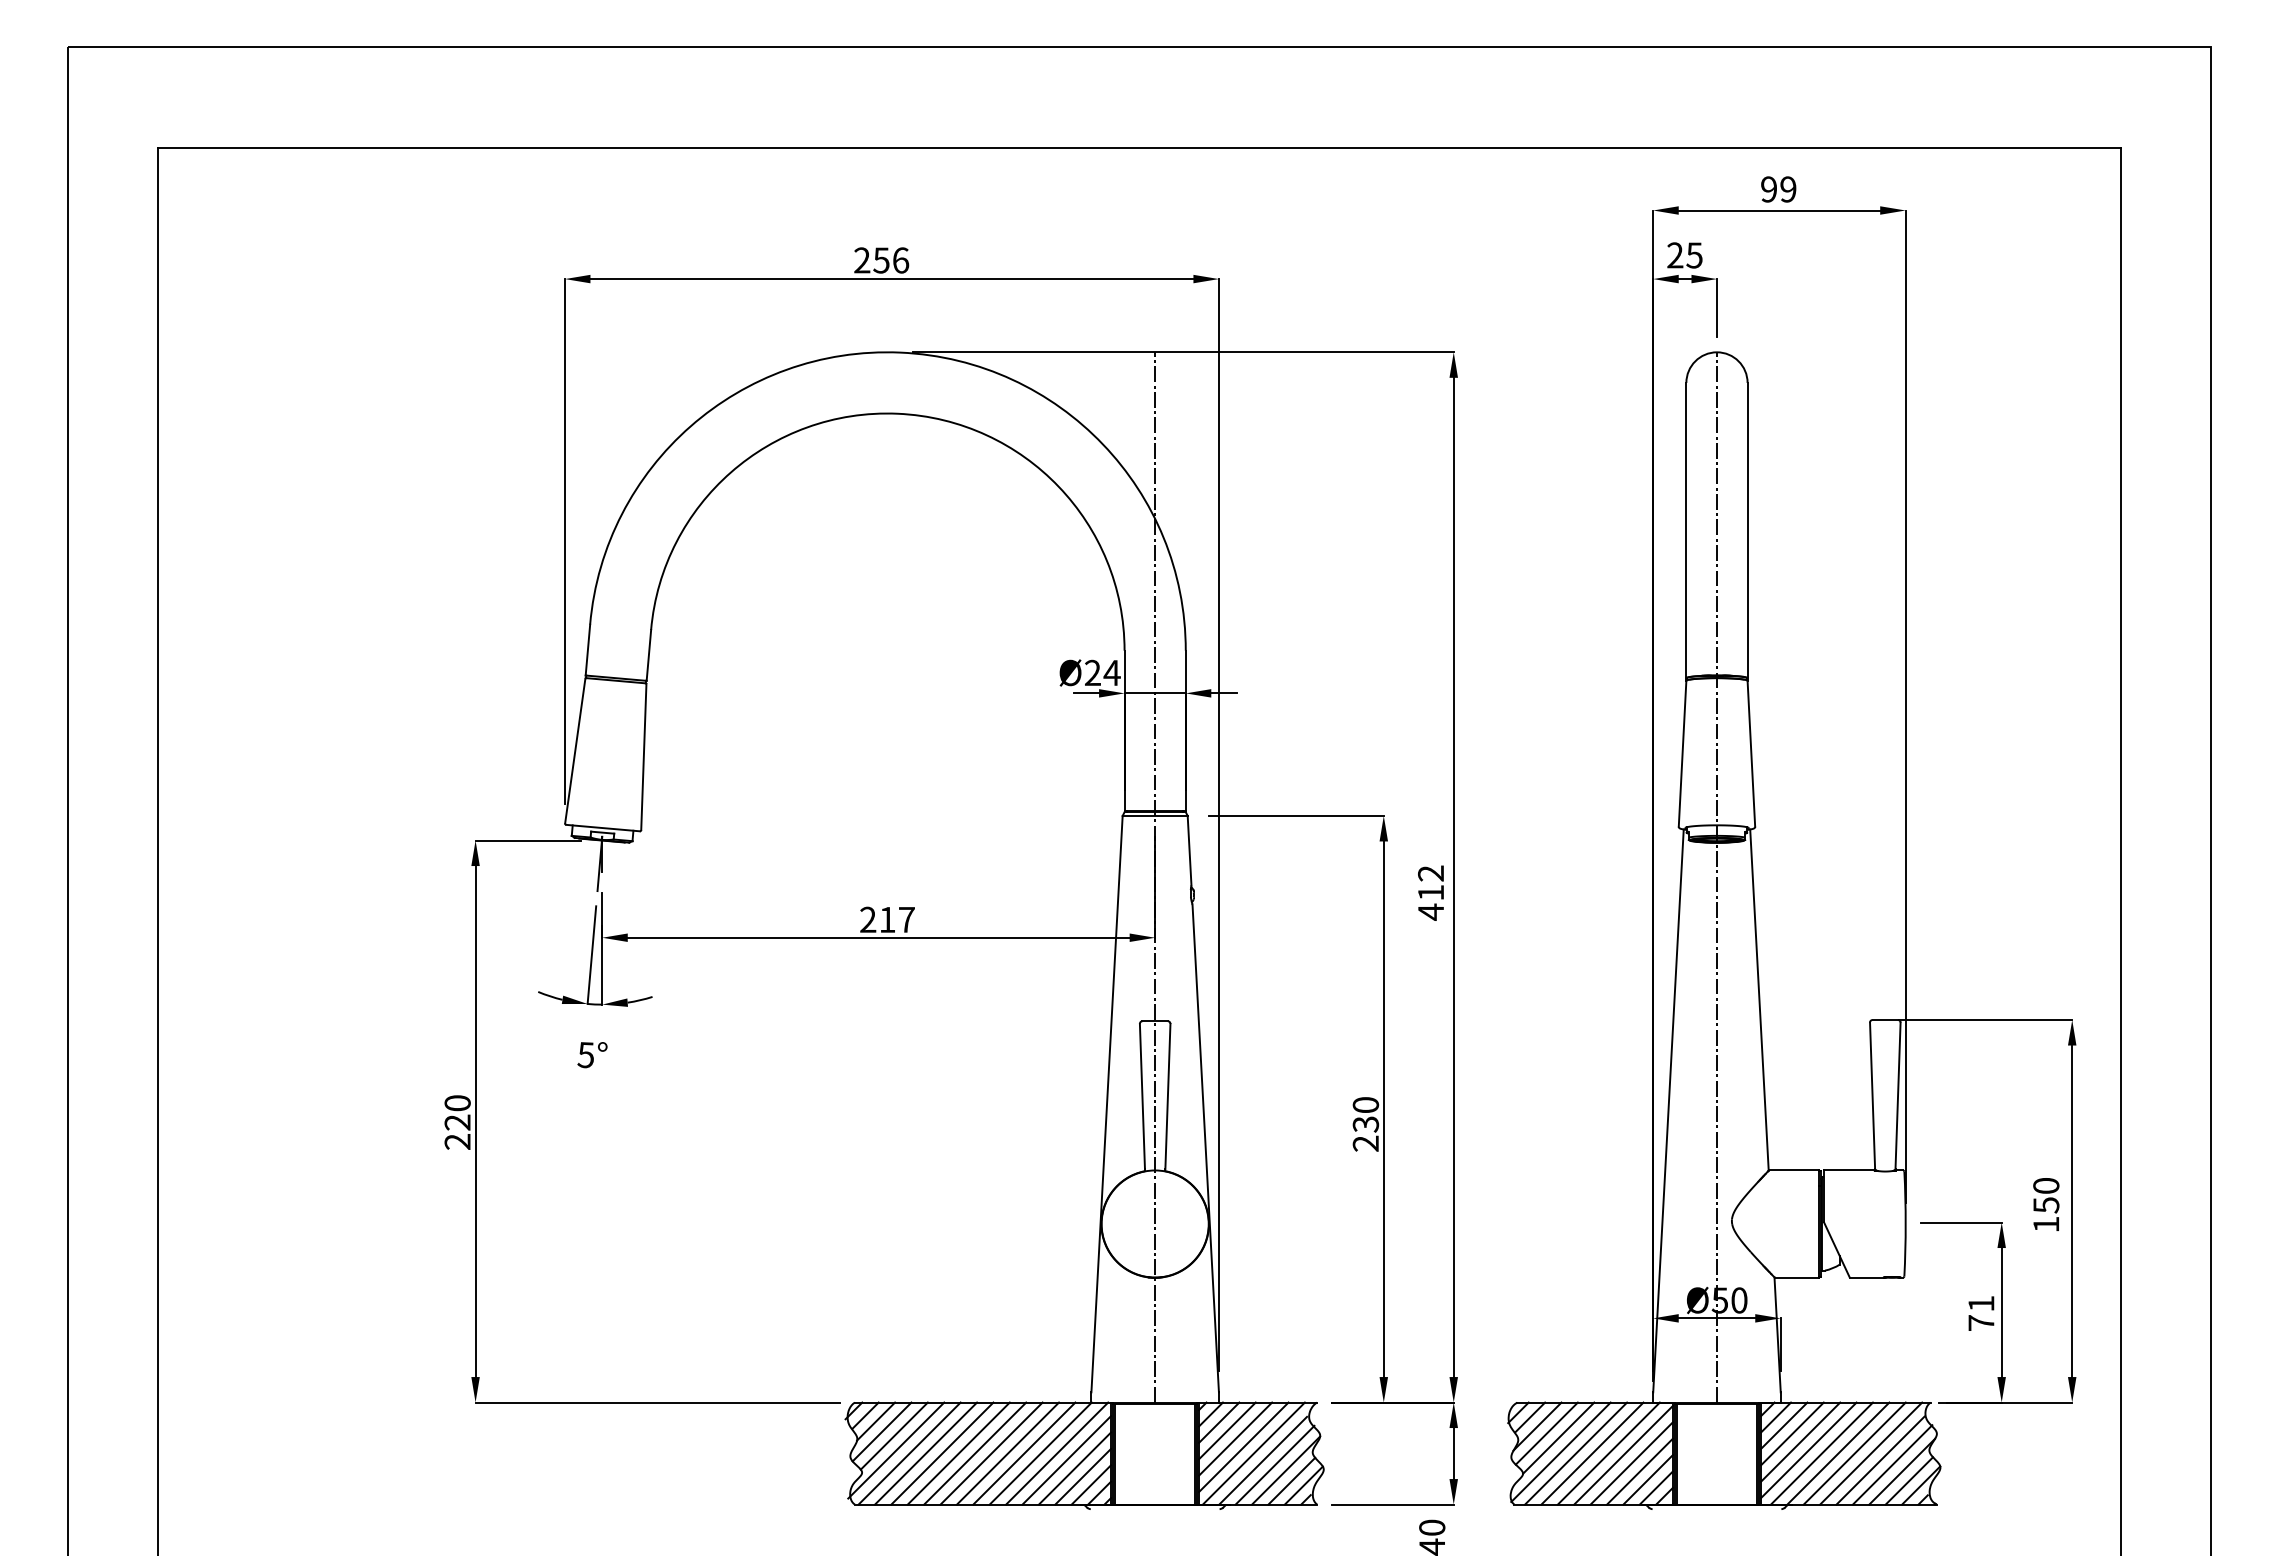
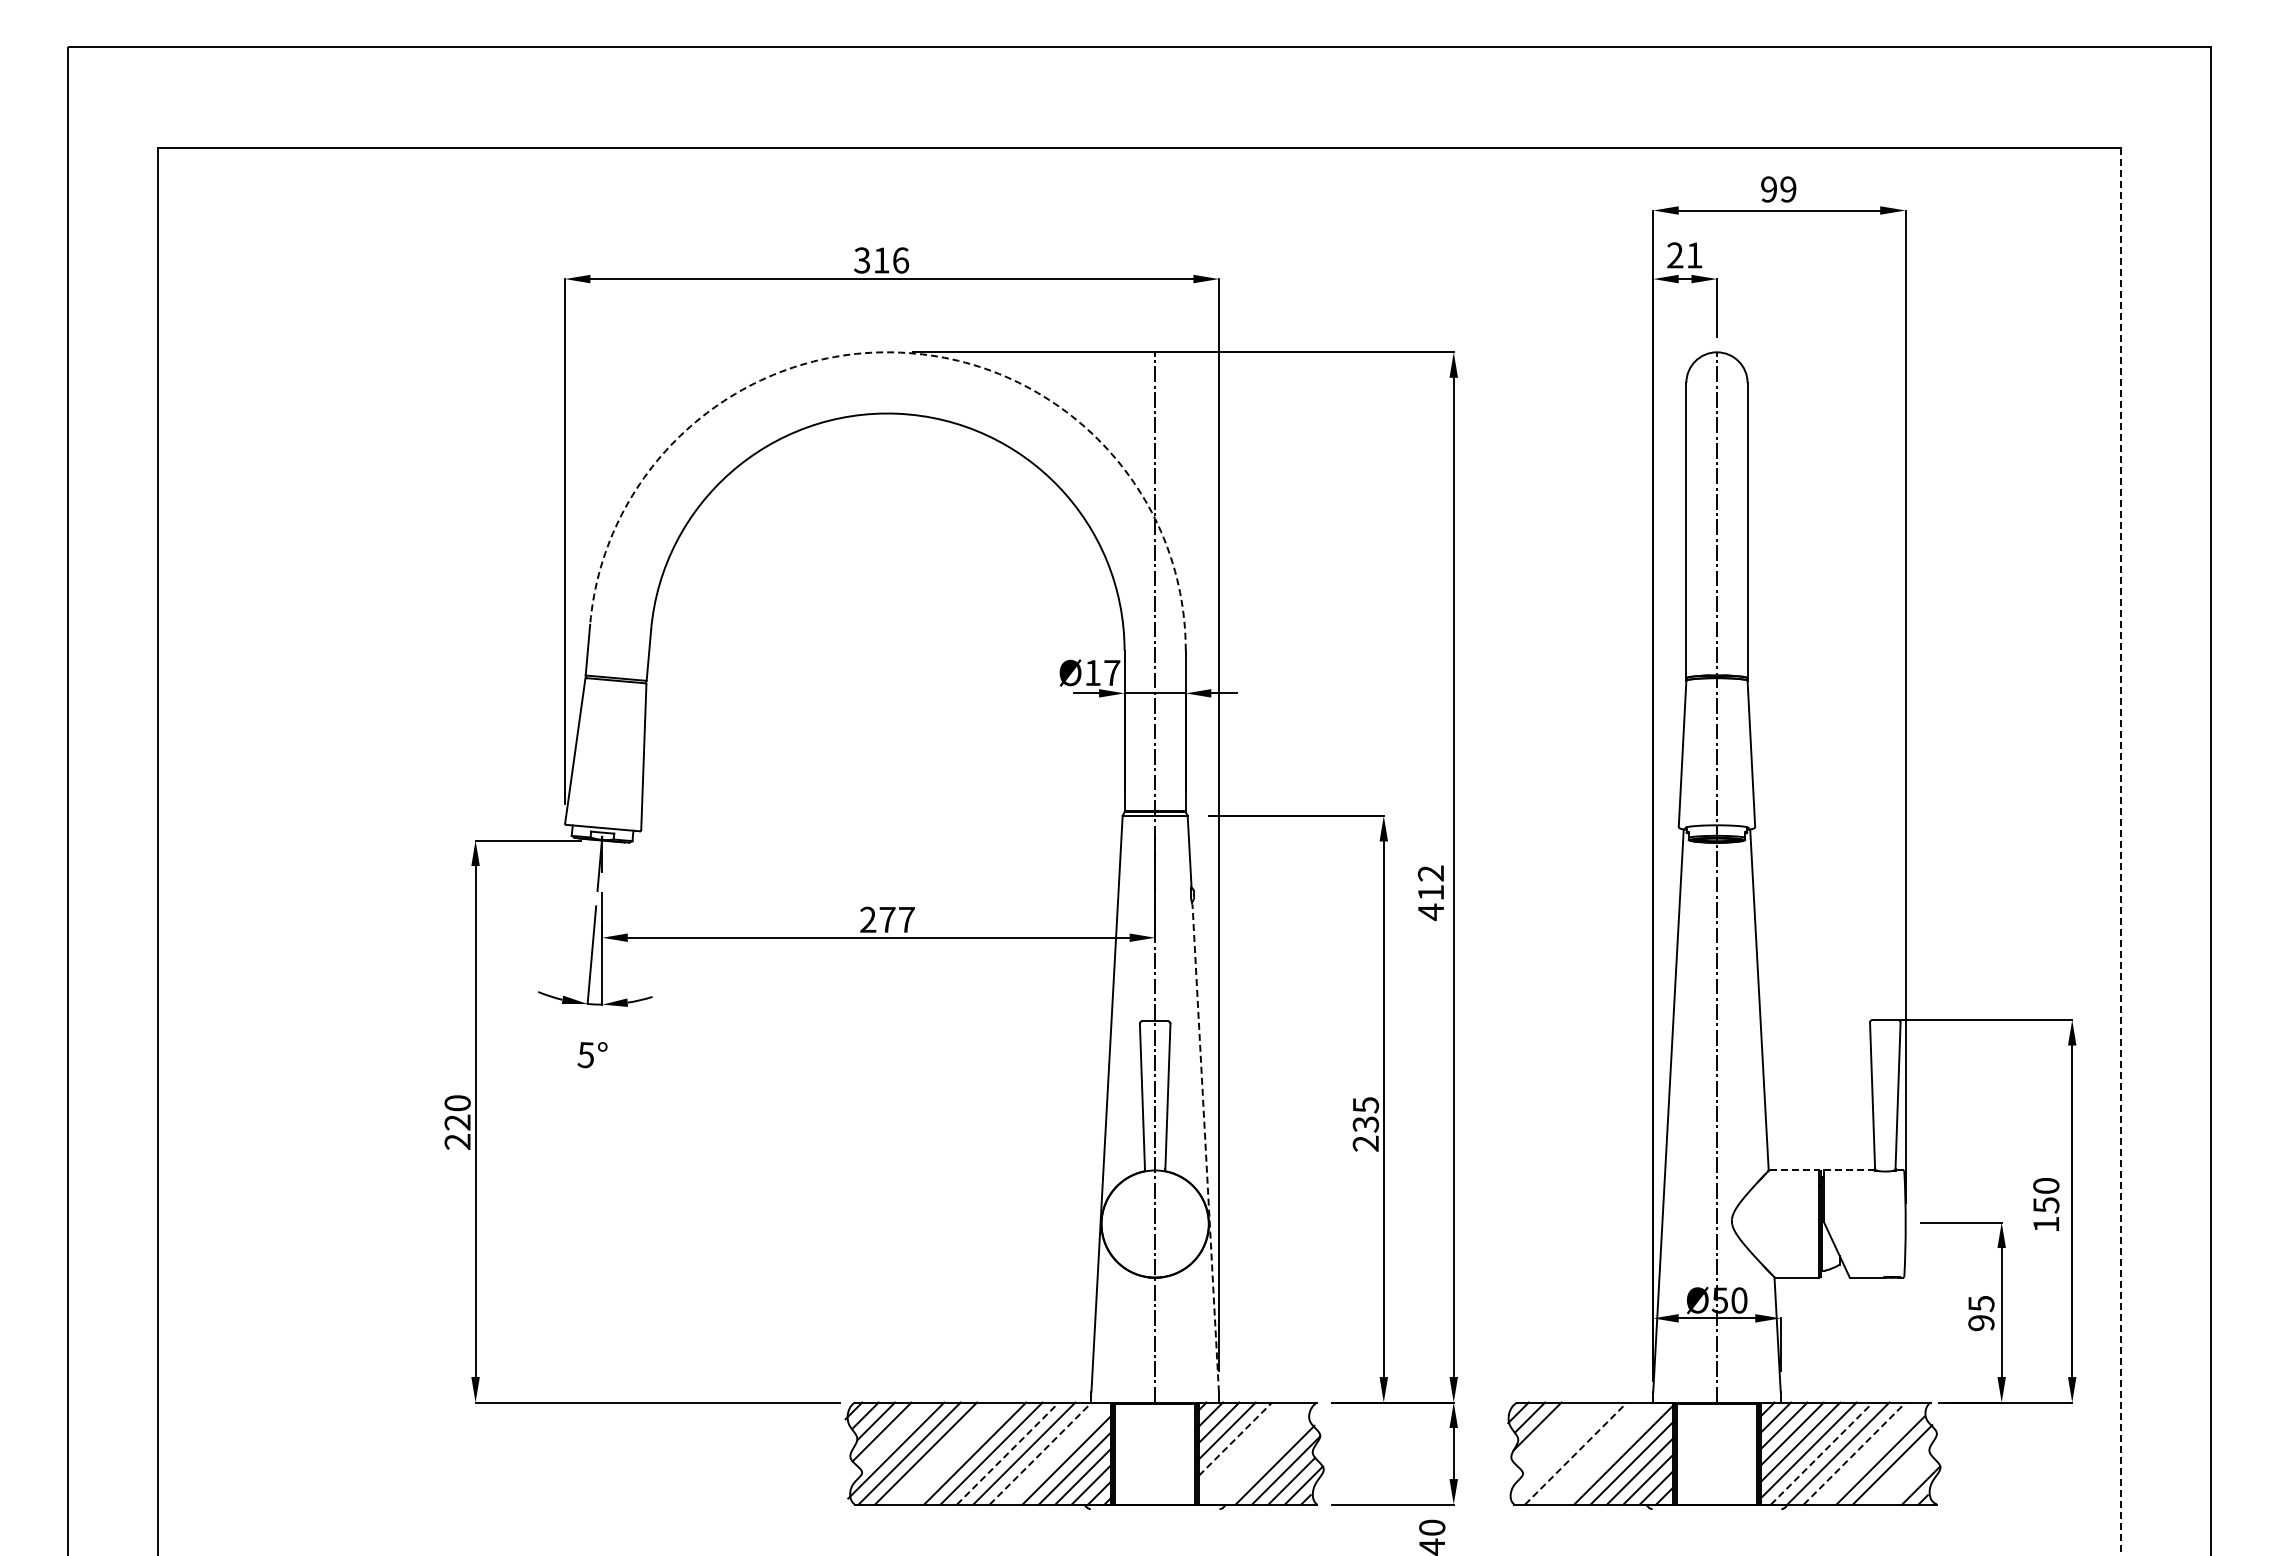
text at (1694, 255): 25 -> 21
text at (871, 260): 256 -> 316
arc at (900, 352): solid -> dashed
text at (1102, 672): Ø24 -> Ø17
line at (2121, 851): solid -> dashed
text at (887, 919): 217 -> 277
text at (1365, 1105): 230 -> 235
line at (1205, 1147): solid -> dashed
line at (1794, 1170): solid -> dashed
line at (1848, 1170): solid -> dashed
text at (1981, 1313): 71 -> 95
line at (1546, 1433): present -> none
line at (893, 1435): present -> none
line at (1558, 1437): present -> none
line at (1235, 1439): solid -> dashed
line at (1243, 1447): present -> none
line at (1560, 1452): present -> none
line at (942, 1453): present -> none
line at (958, 1453): present -> none
line at (1008, 1453): solid -> dashed
line at (1041, 1453): solid -> dashed
line at (1057, 1453): present -> none
line at (1253, 1453): present -> none
line at (1576, 1453): solid -> dashed
line at (1592, 1453): present -> none
line at (1608, 1453): present -> none
line at (1822, 1453): solid -> dashed
line at (1855, 1453): solid -> dashed
line at (1871, 1453): present -> none
line at (1263, 1460): present -> none
line at (1902, 1471): present -> none
line at (1909, 1480): present -> none
